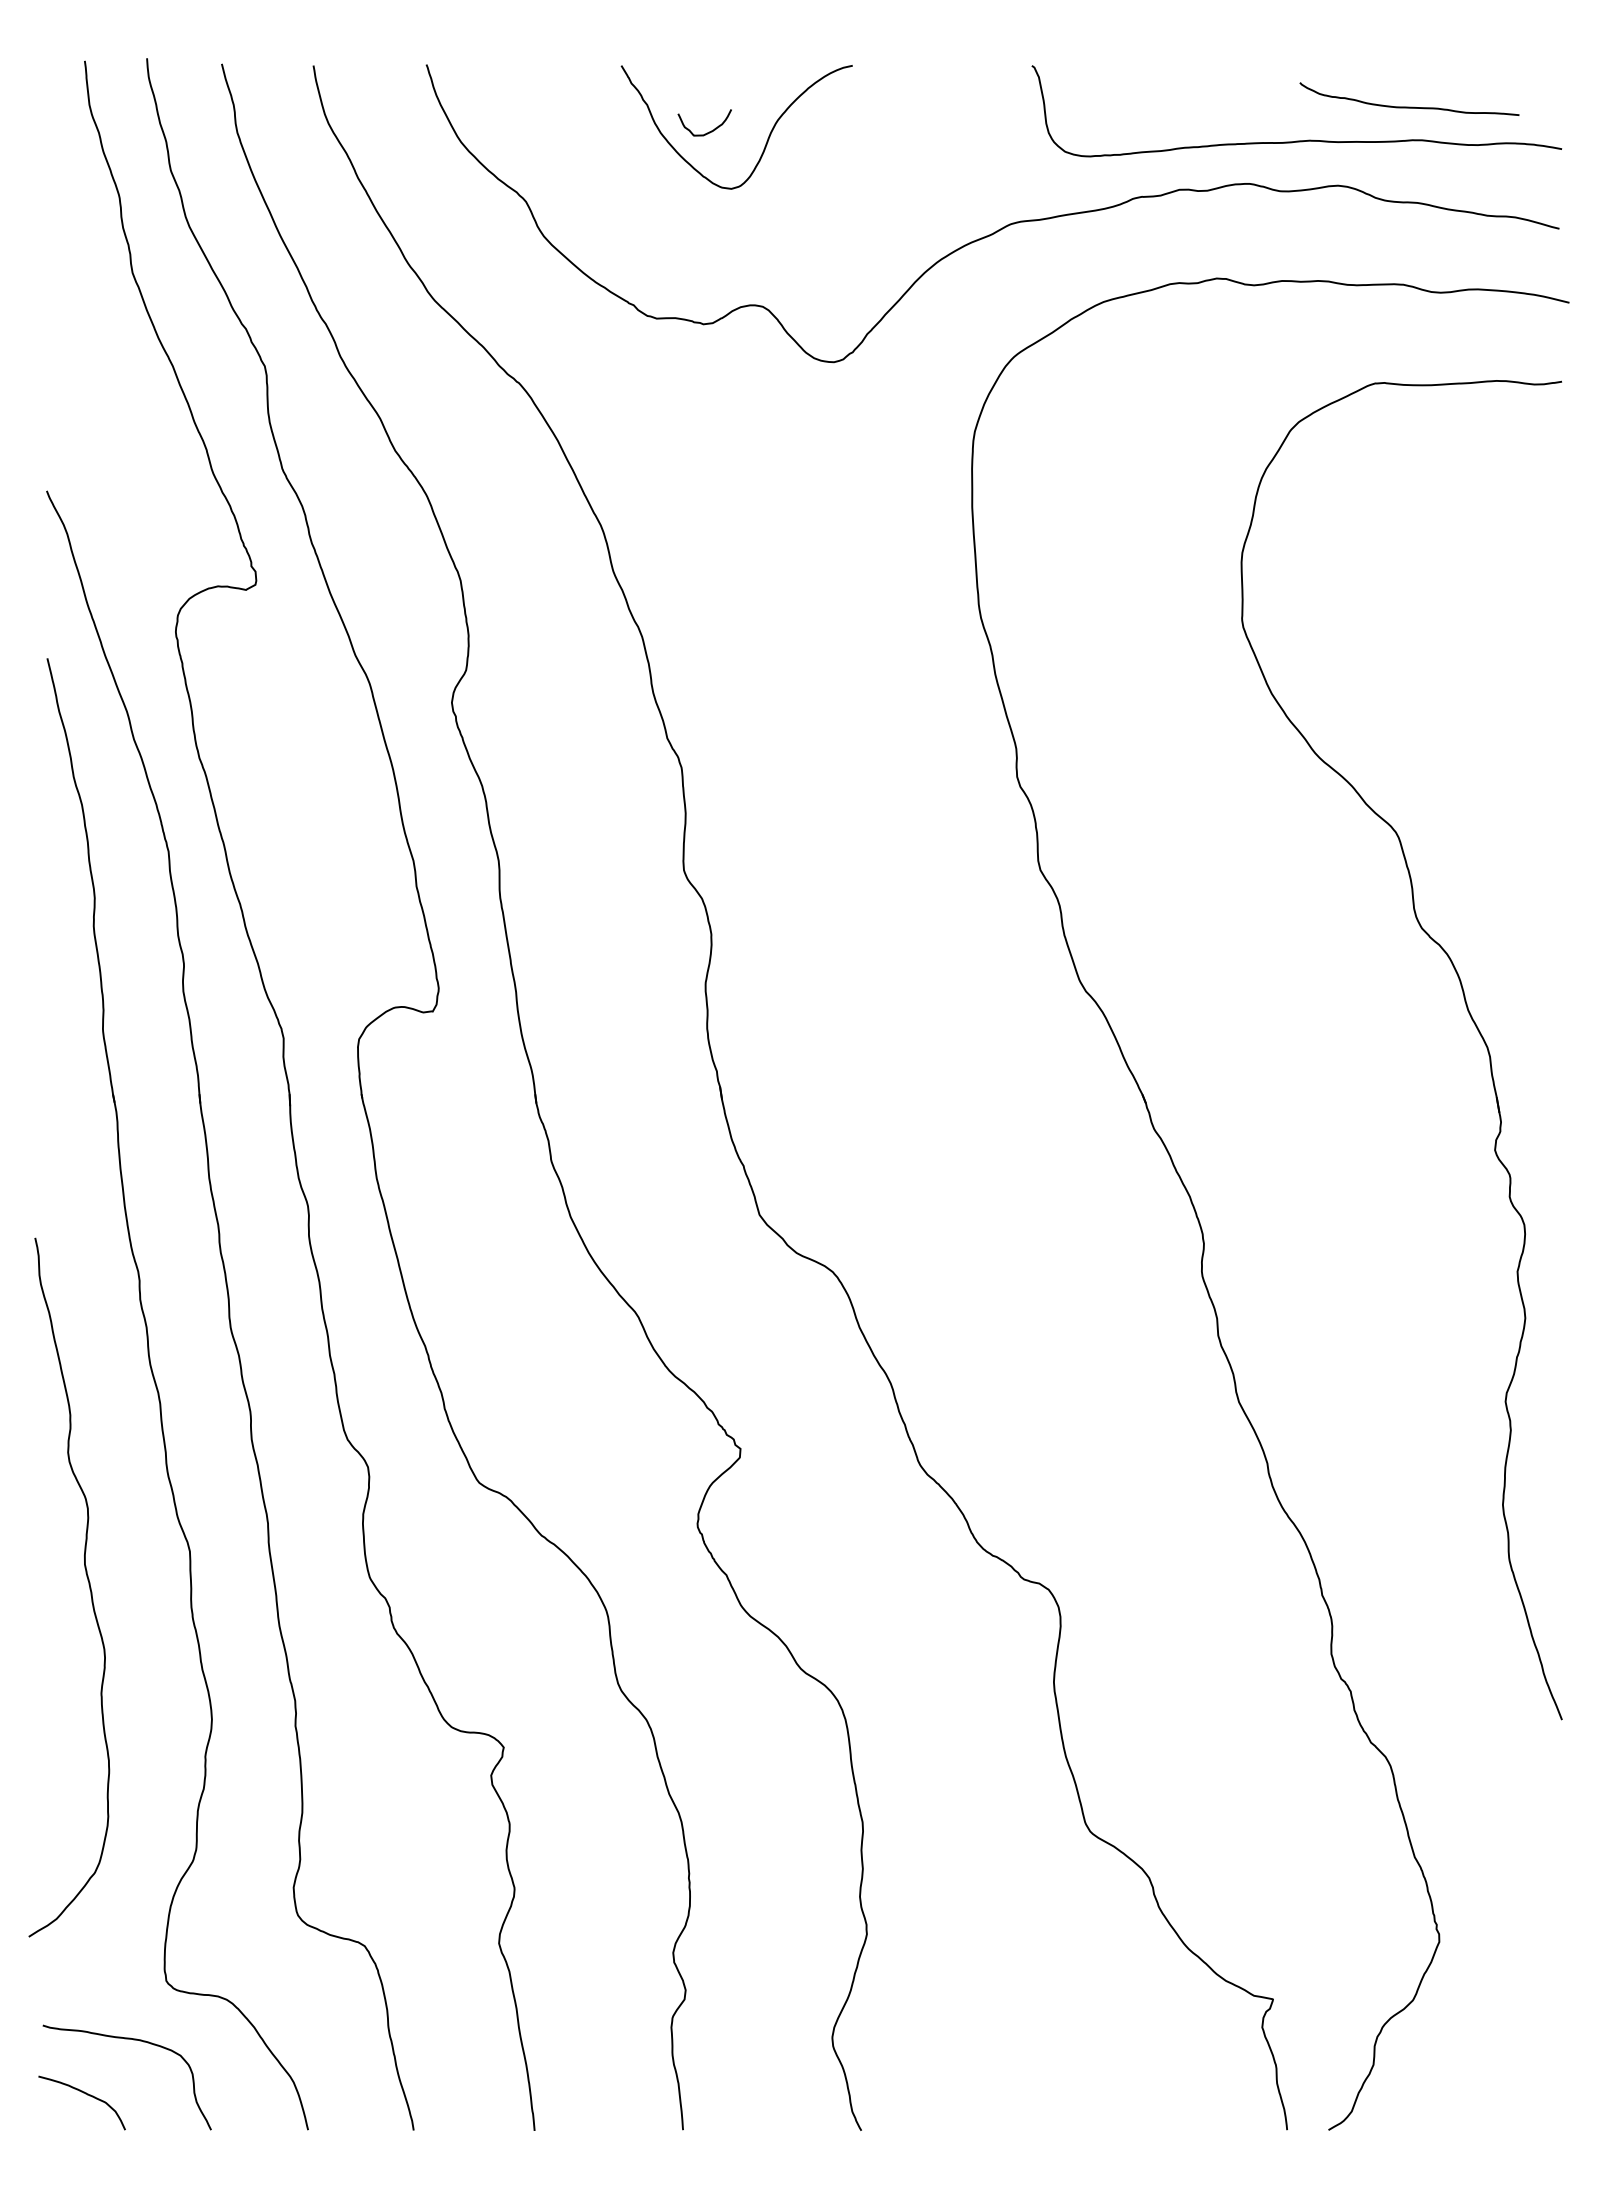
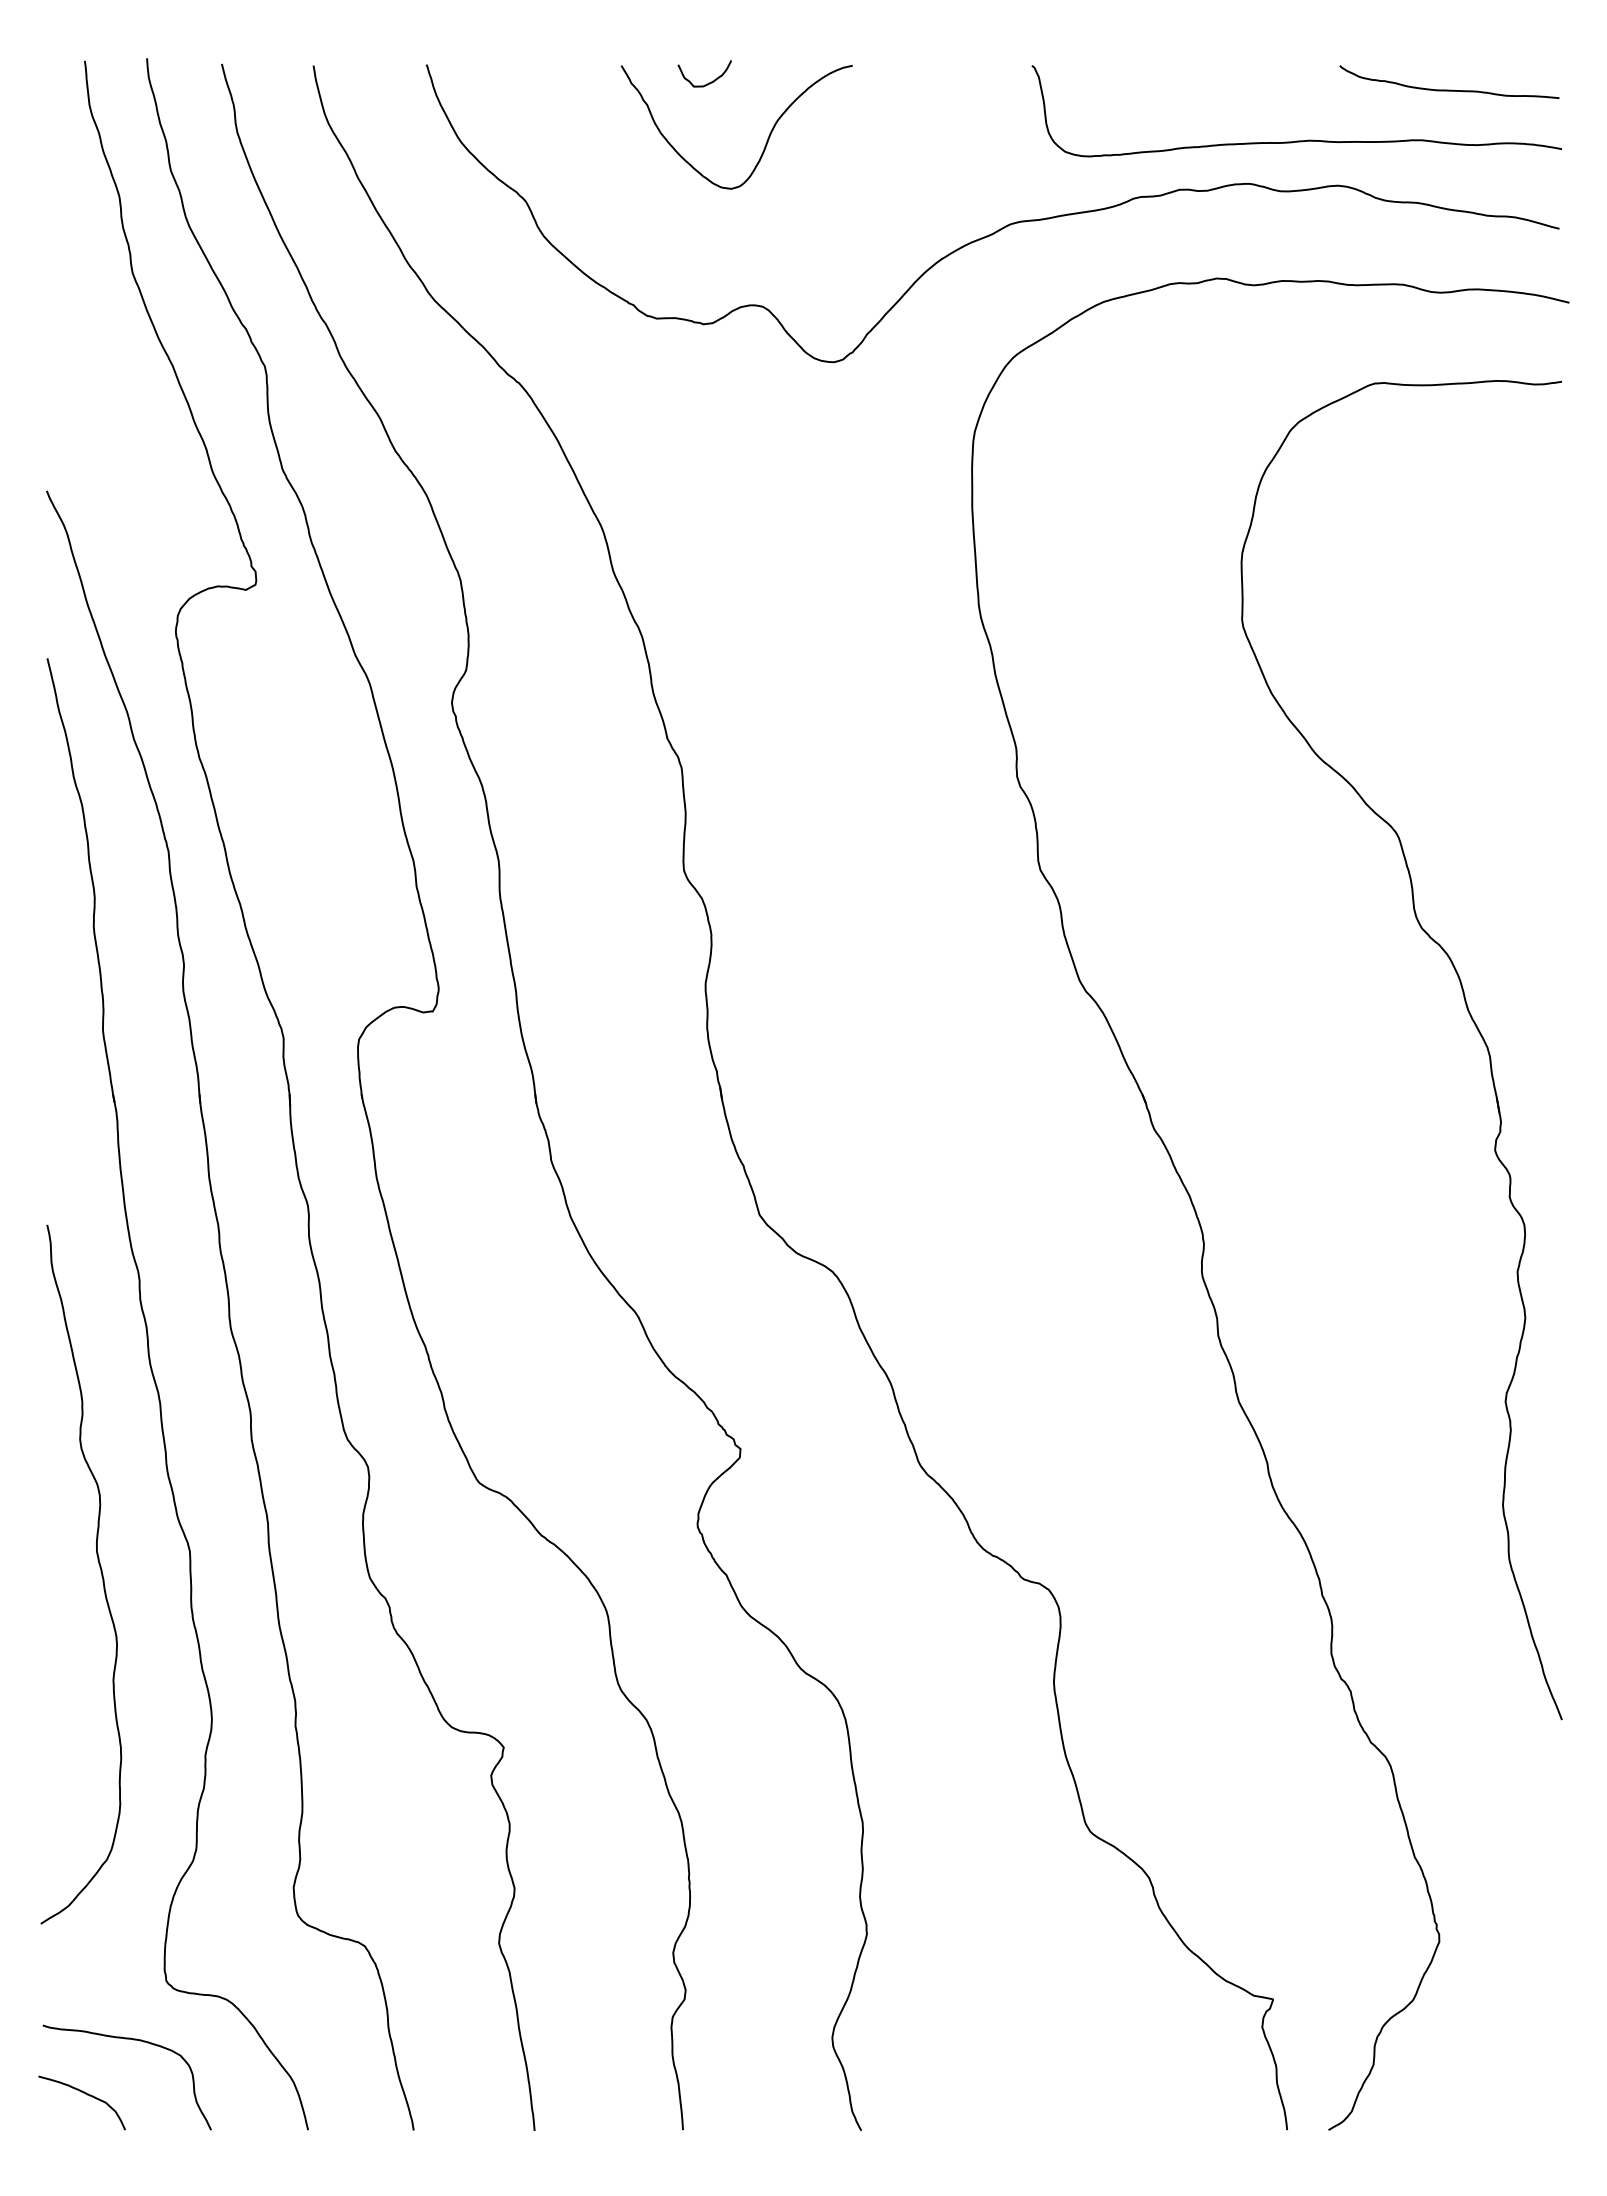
curve at (1409, 106) position: (1409, 106) -> (1449, 89)
curve at (709, 131) position: (709, 131) -> (709, 82)
curve at (88, 1584) position: (88, 1584) -> (100, 1571)
